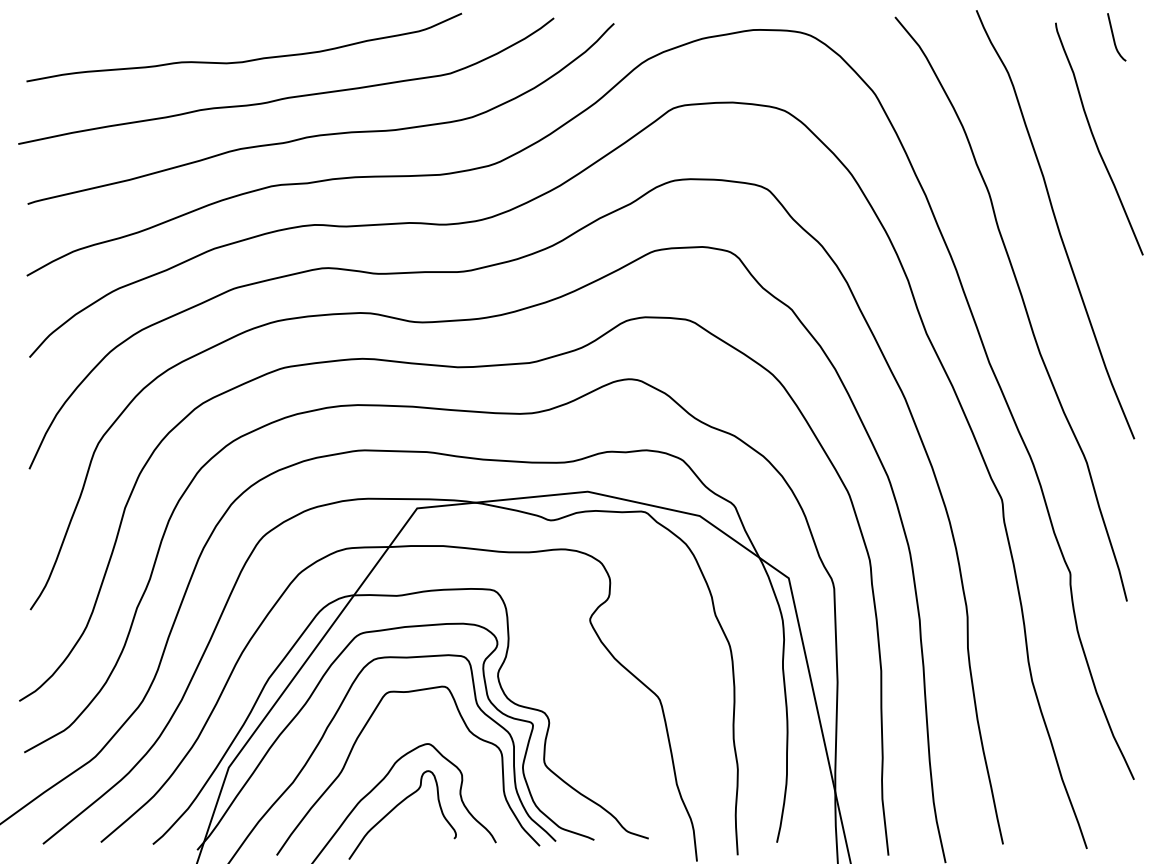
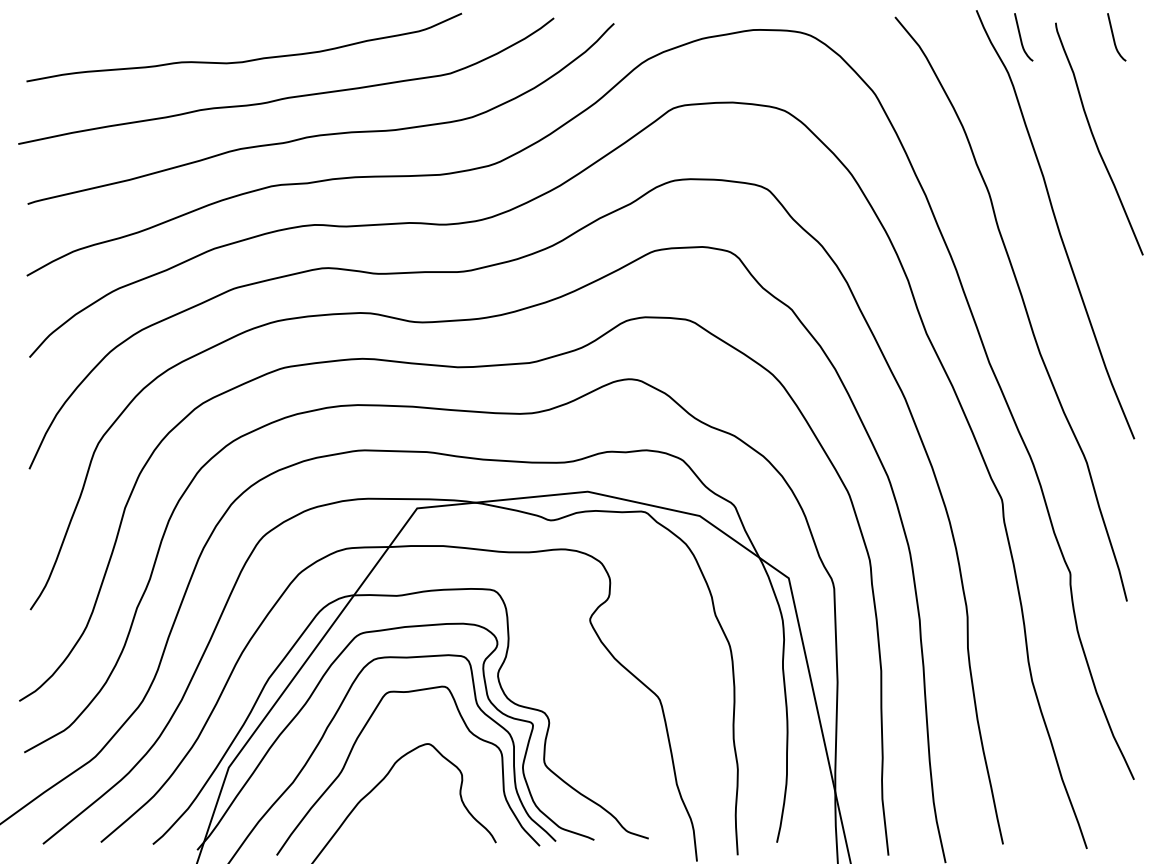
curve at (1021, 37): none -> present
curve at (396, 807): present -> none
